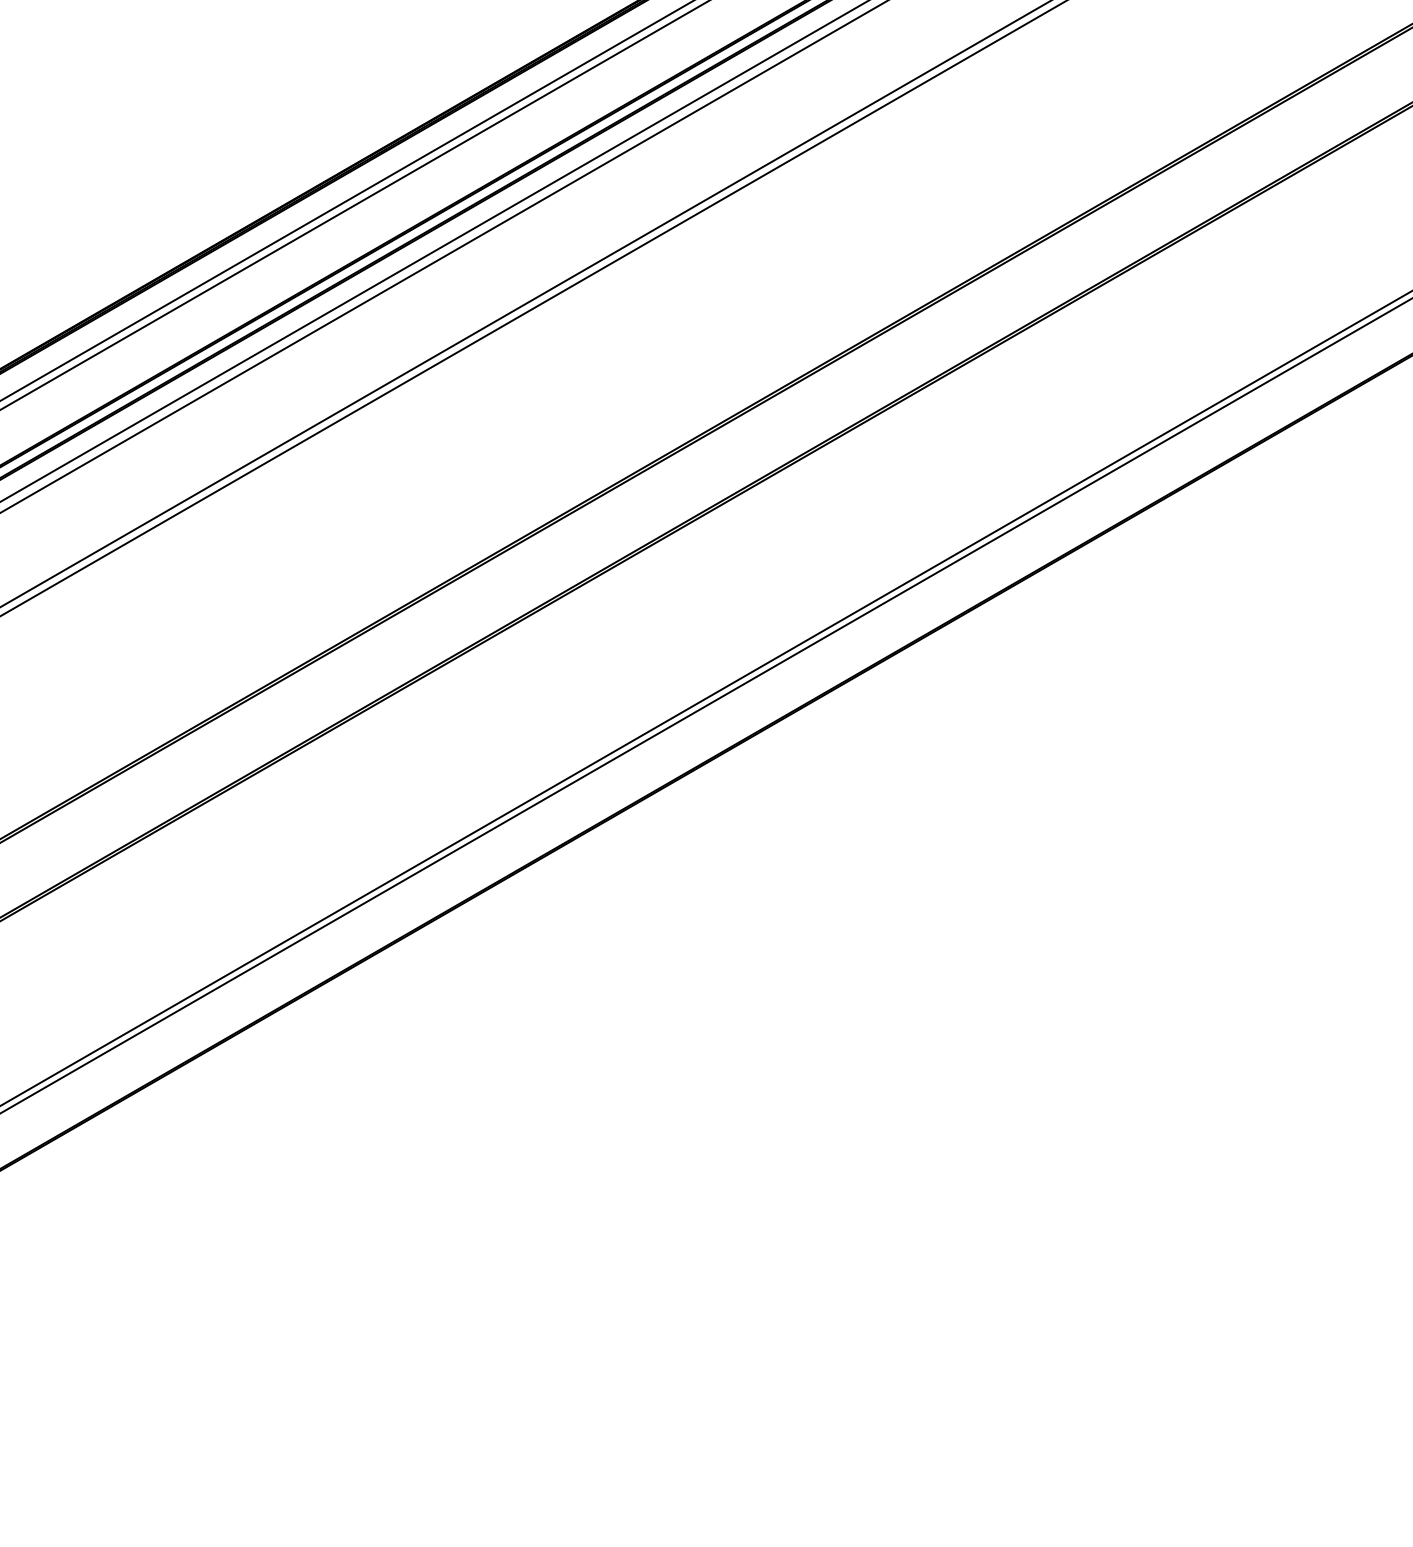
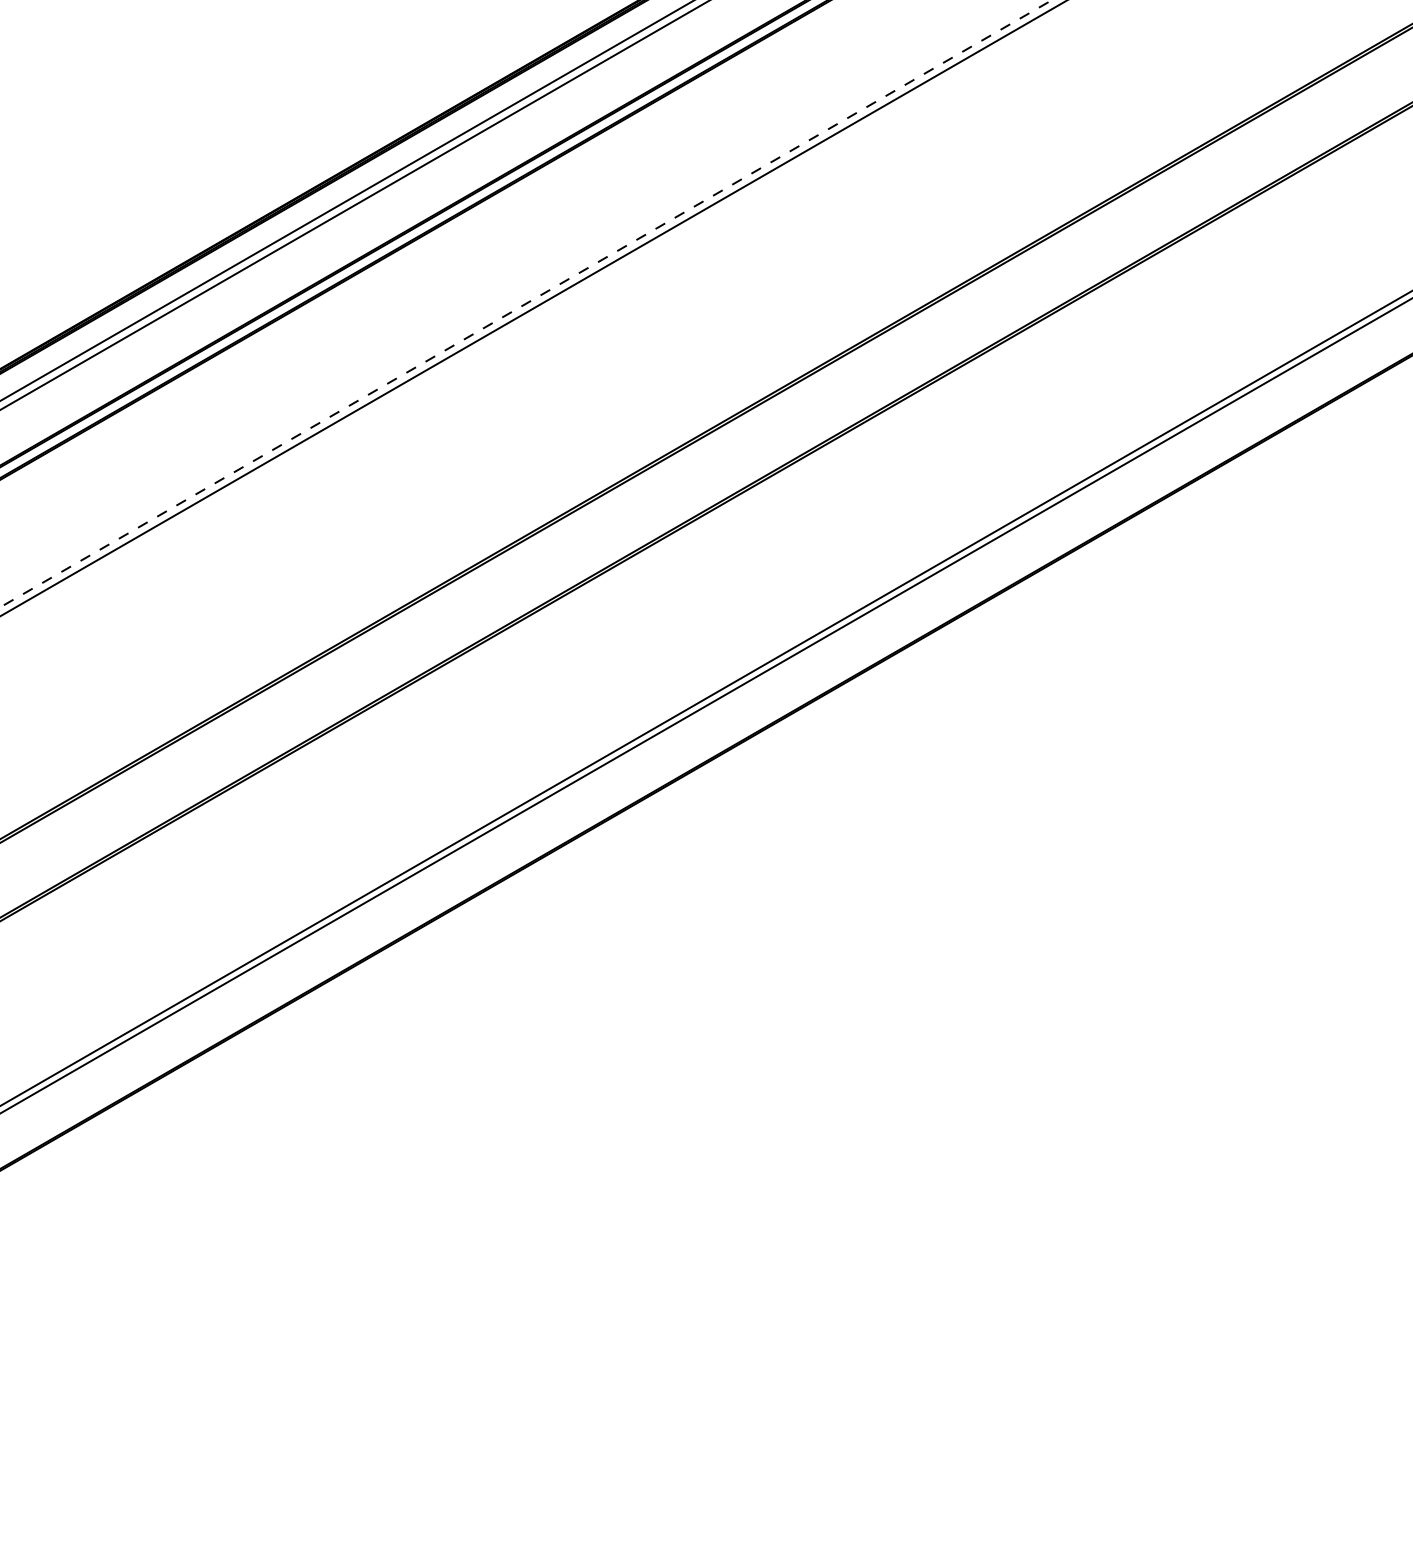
line at (433, 251): present -> none
line at (443, 256): present -> none
line at (526, 303): solid -> dashed
